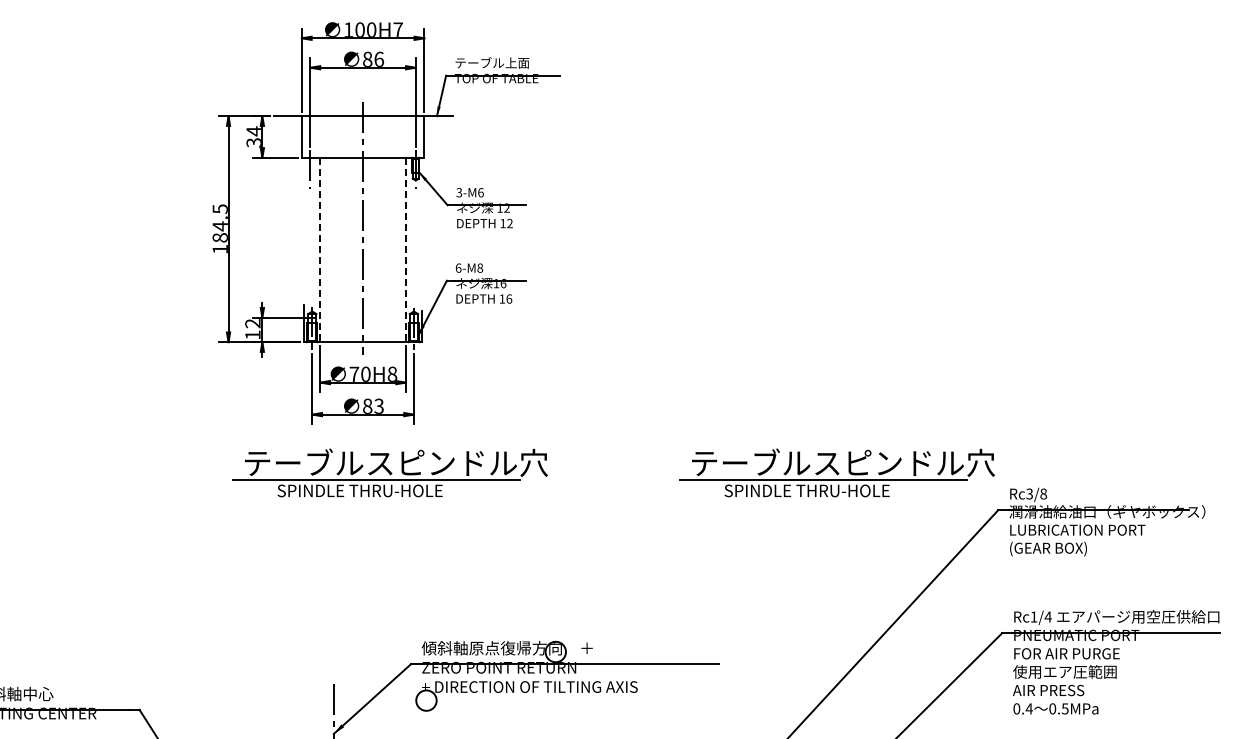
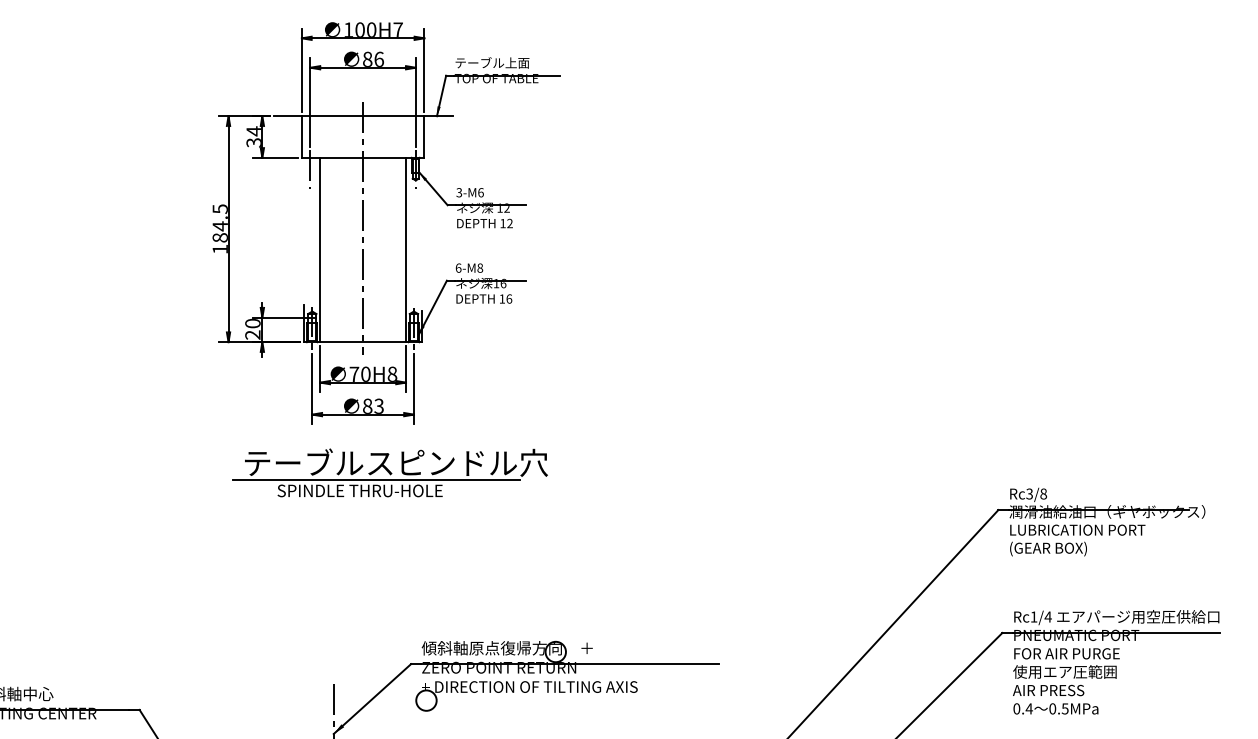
line at (320, 250): dashed -> solid
line at (405, 250): dashed -> solid
text at (252, 328): 12 -> 20
part at (836, 472): present -> none
